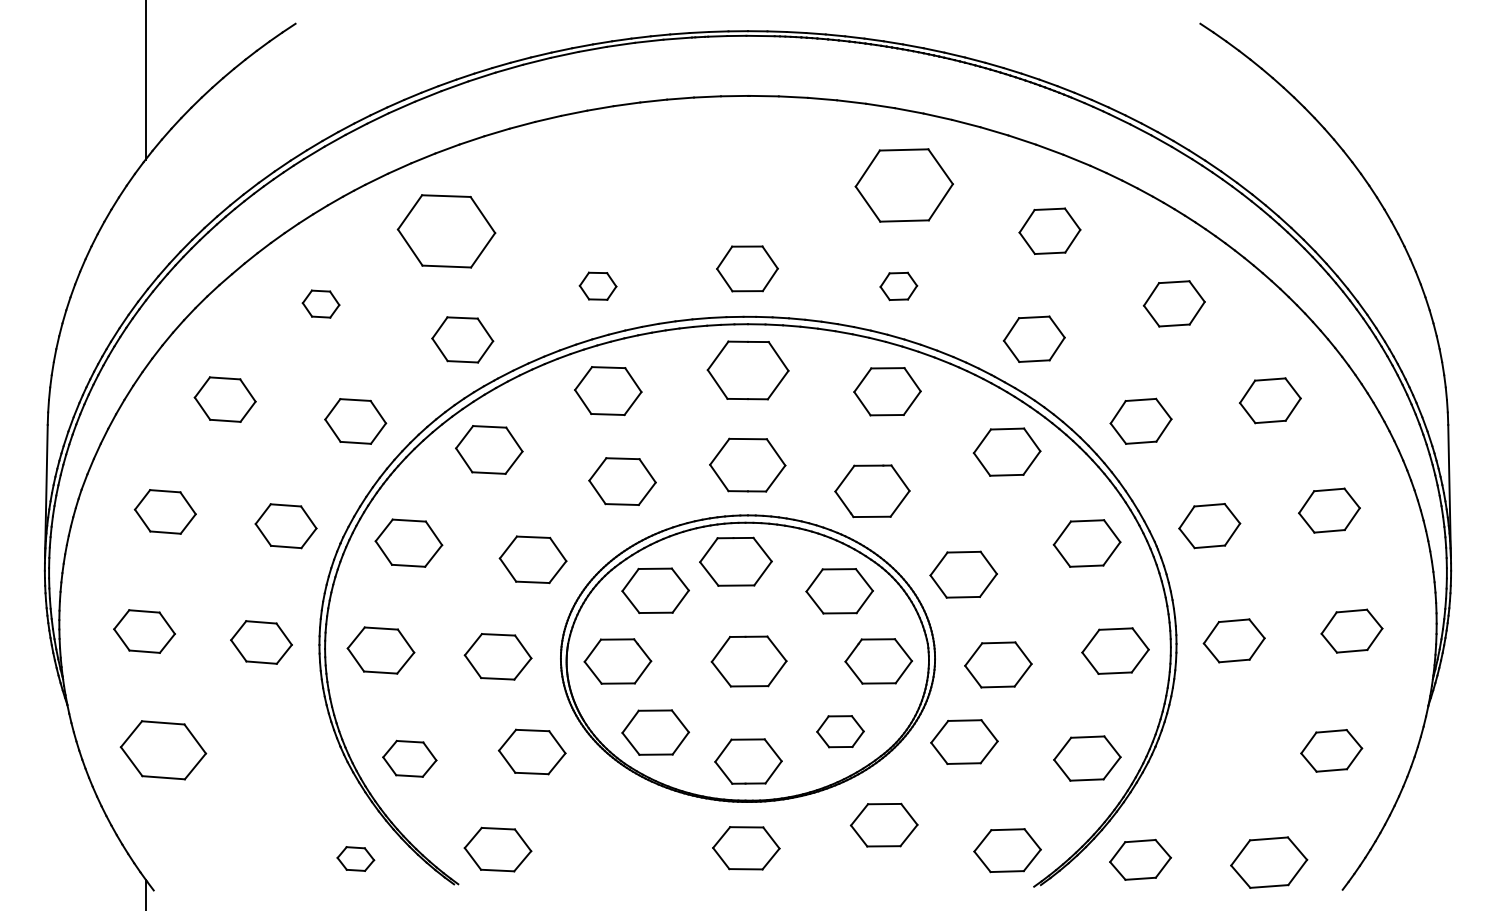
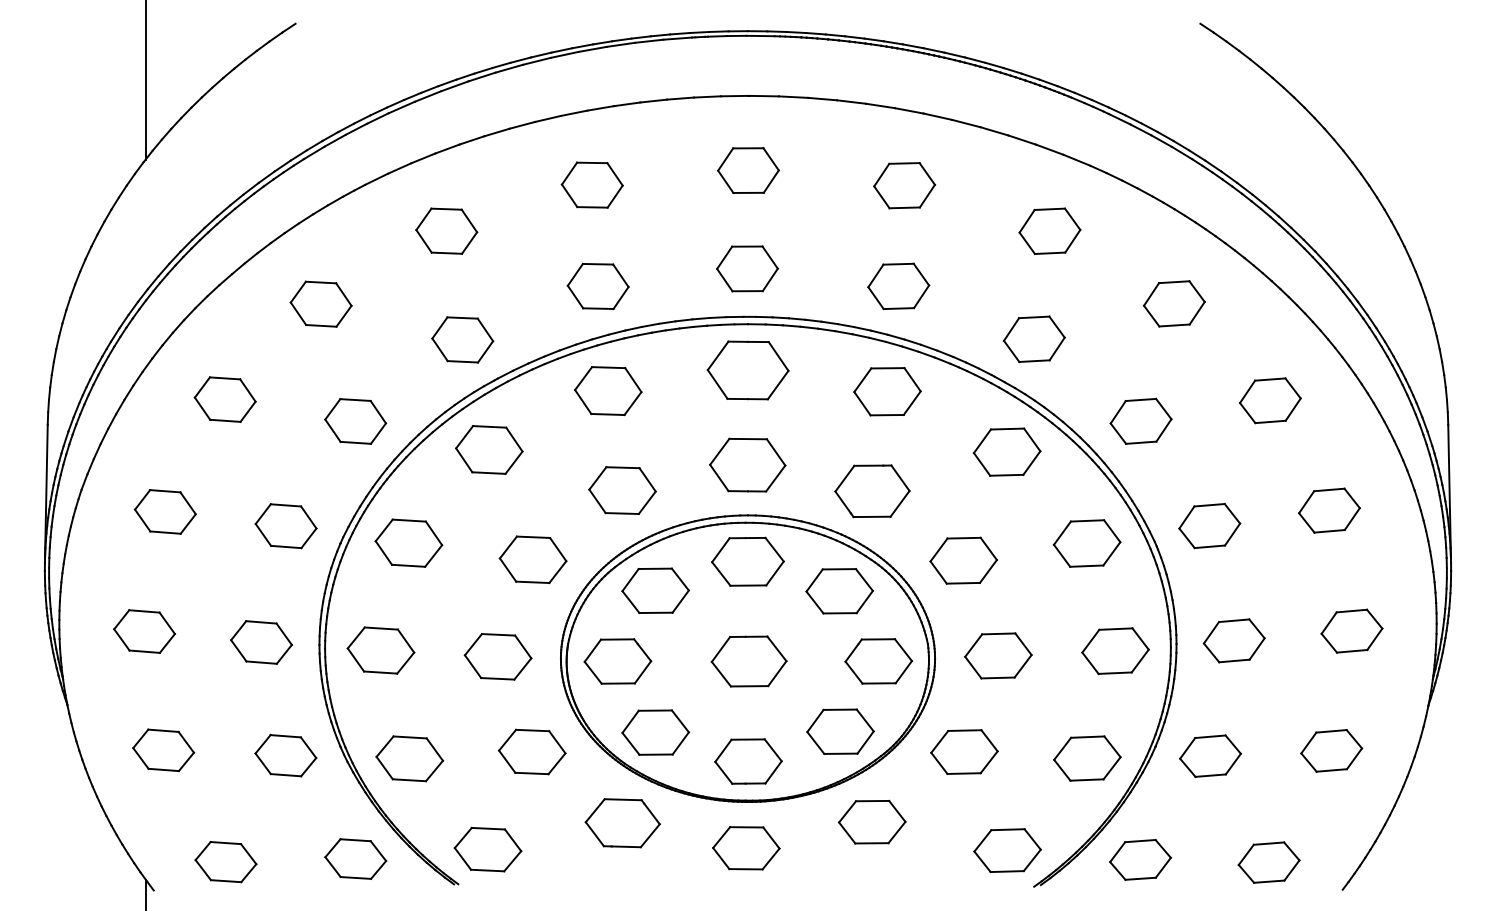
part at (748, 170): none -> present
part at (591, 184): none -> present
part at (903, 185) size: 100x75 px -> 64x48 px
part at (446, 231) size: 101x75 px -> 64x48 px
part at (597, 285) size: 40x30 px -> 64x48 px
part at (898, 286) size: 40x31 px -> 64x49 px
part at (320, 303) size: 40x30 px -> 64x48 px
part at (622, 481) position: (622, 481) -> (622, 490)
part at (735, 561) position: (735, 561) -> (747, 561)
part at (963, 574) position: (963, 574) -> (963, 560)
part at (998, 664) position: (998, 664) -> (998, 655)
part at (840, 731) size: 49x34 px -> 69x47 px
part at (964, 741) position: (964, 741) -> (964, 751)
part at (163, 750) size: 89x61 px -> 64x45 px
part at (285, 755): none -> present
part at (1210, 755): none -> present
part at (409, 758) size: 56x39 px -> 70x48 px
part at (622, 823): none -> present
part at (883, 824) position: (883, 824) -> (871, 821)
part at (497, 849) position: (497, 849) -> (487, 849)
part at (355, 858) size: 40x26 px -> 64x42 px
part at (225, 862): none -> present
part at (1269, 862) size: 79x53 px -> 64x43 px
